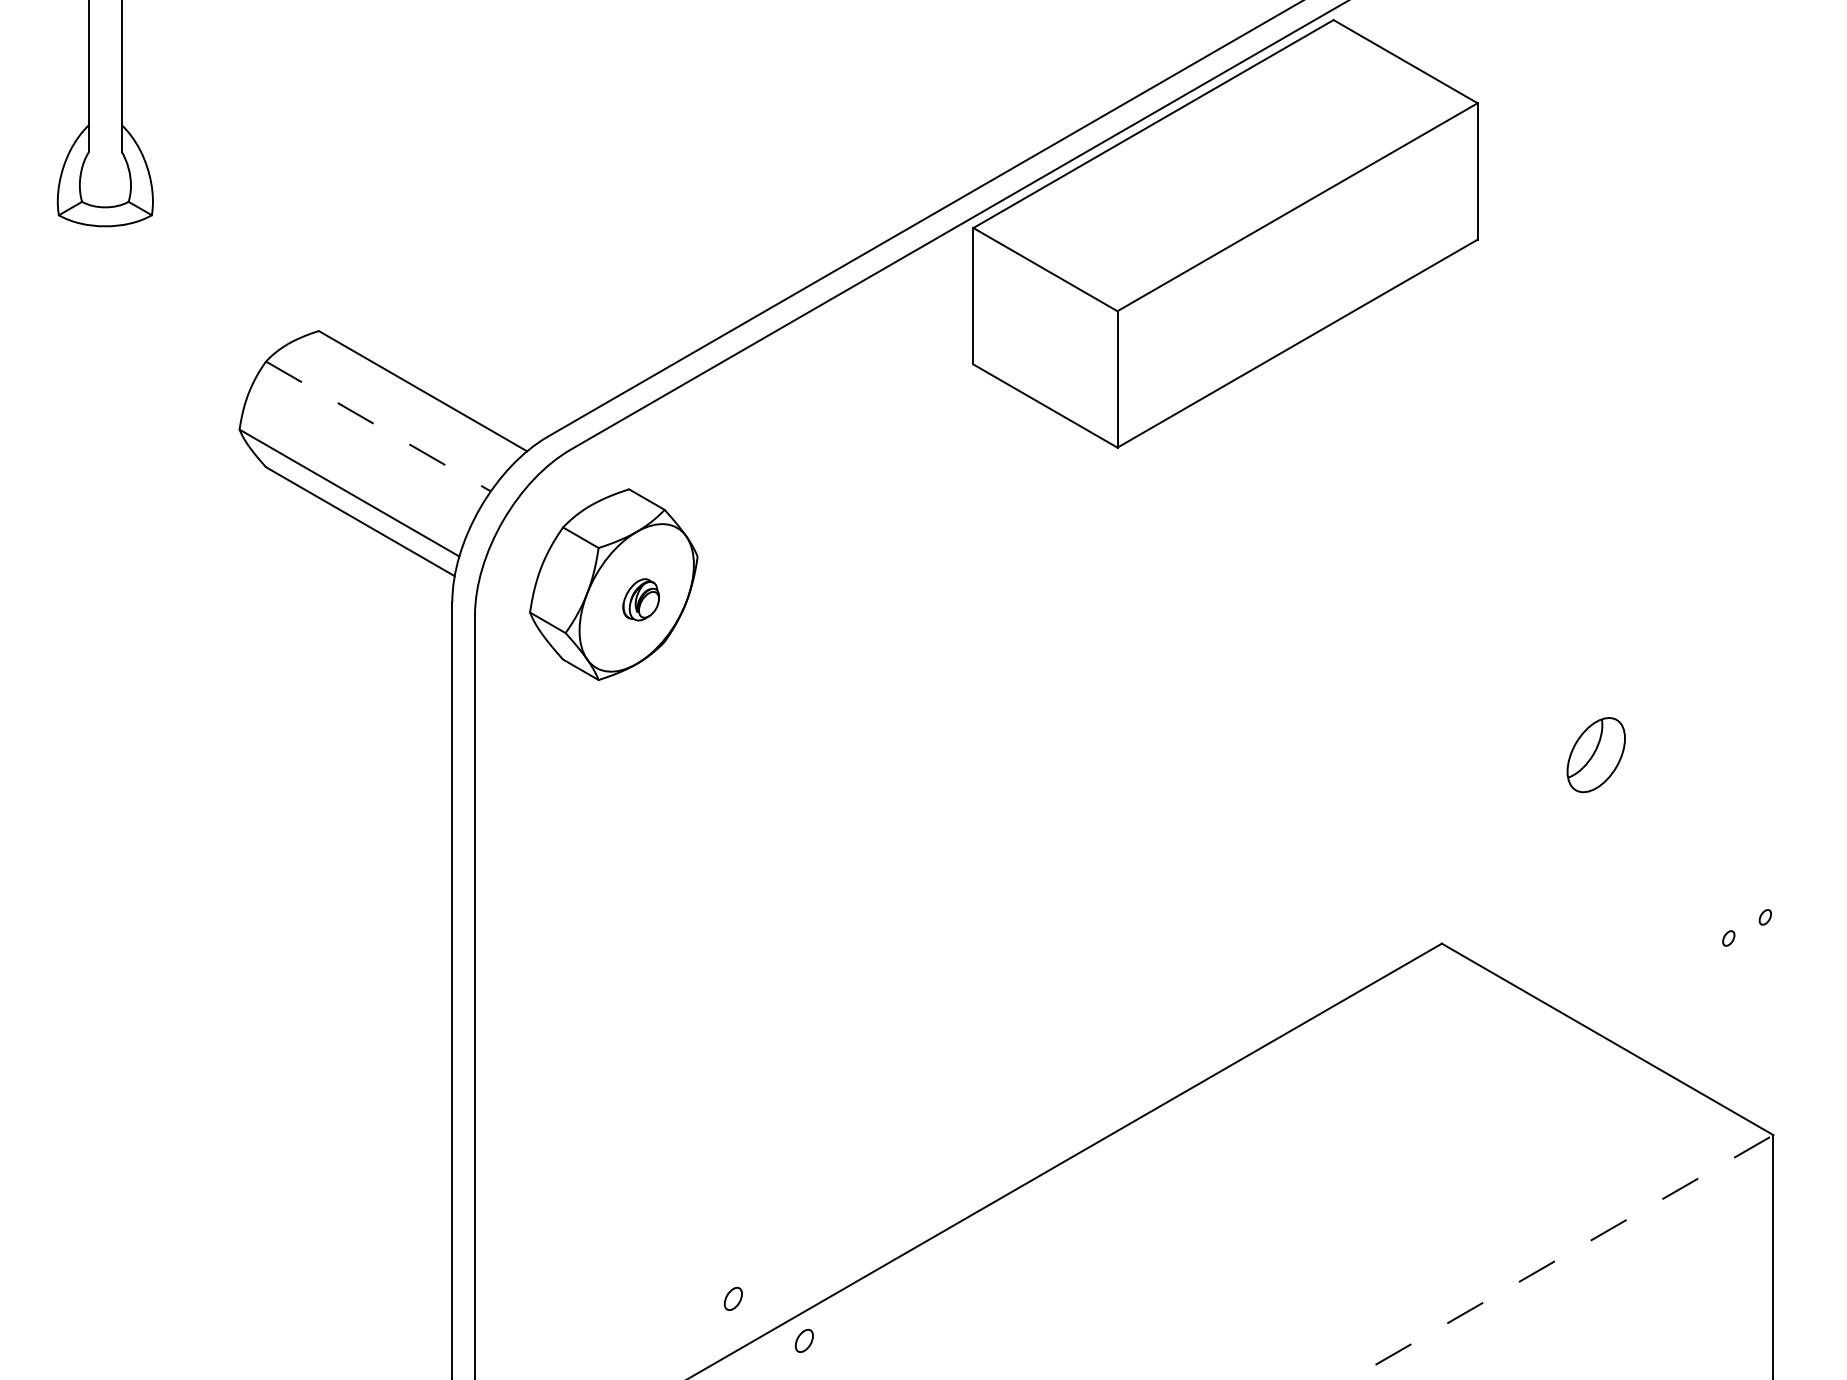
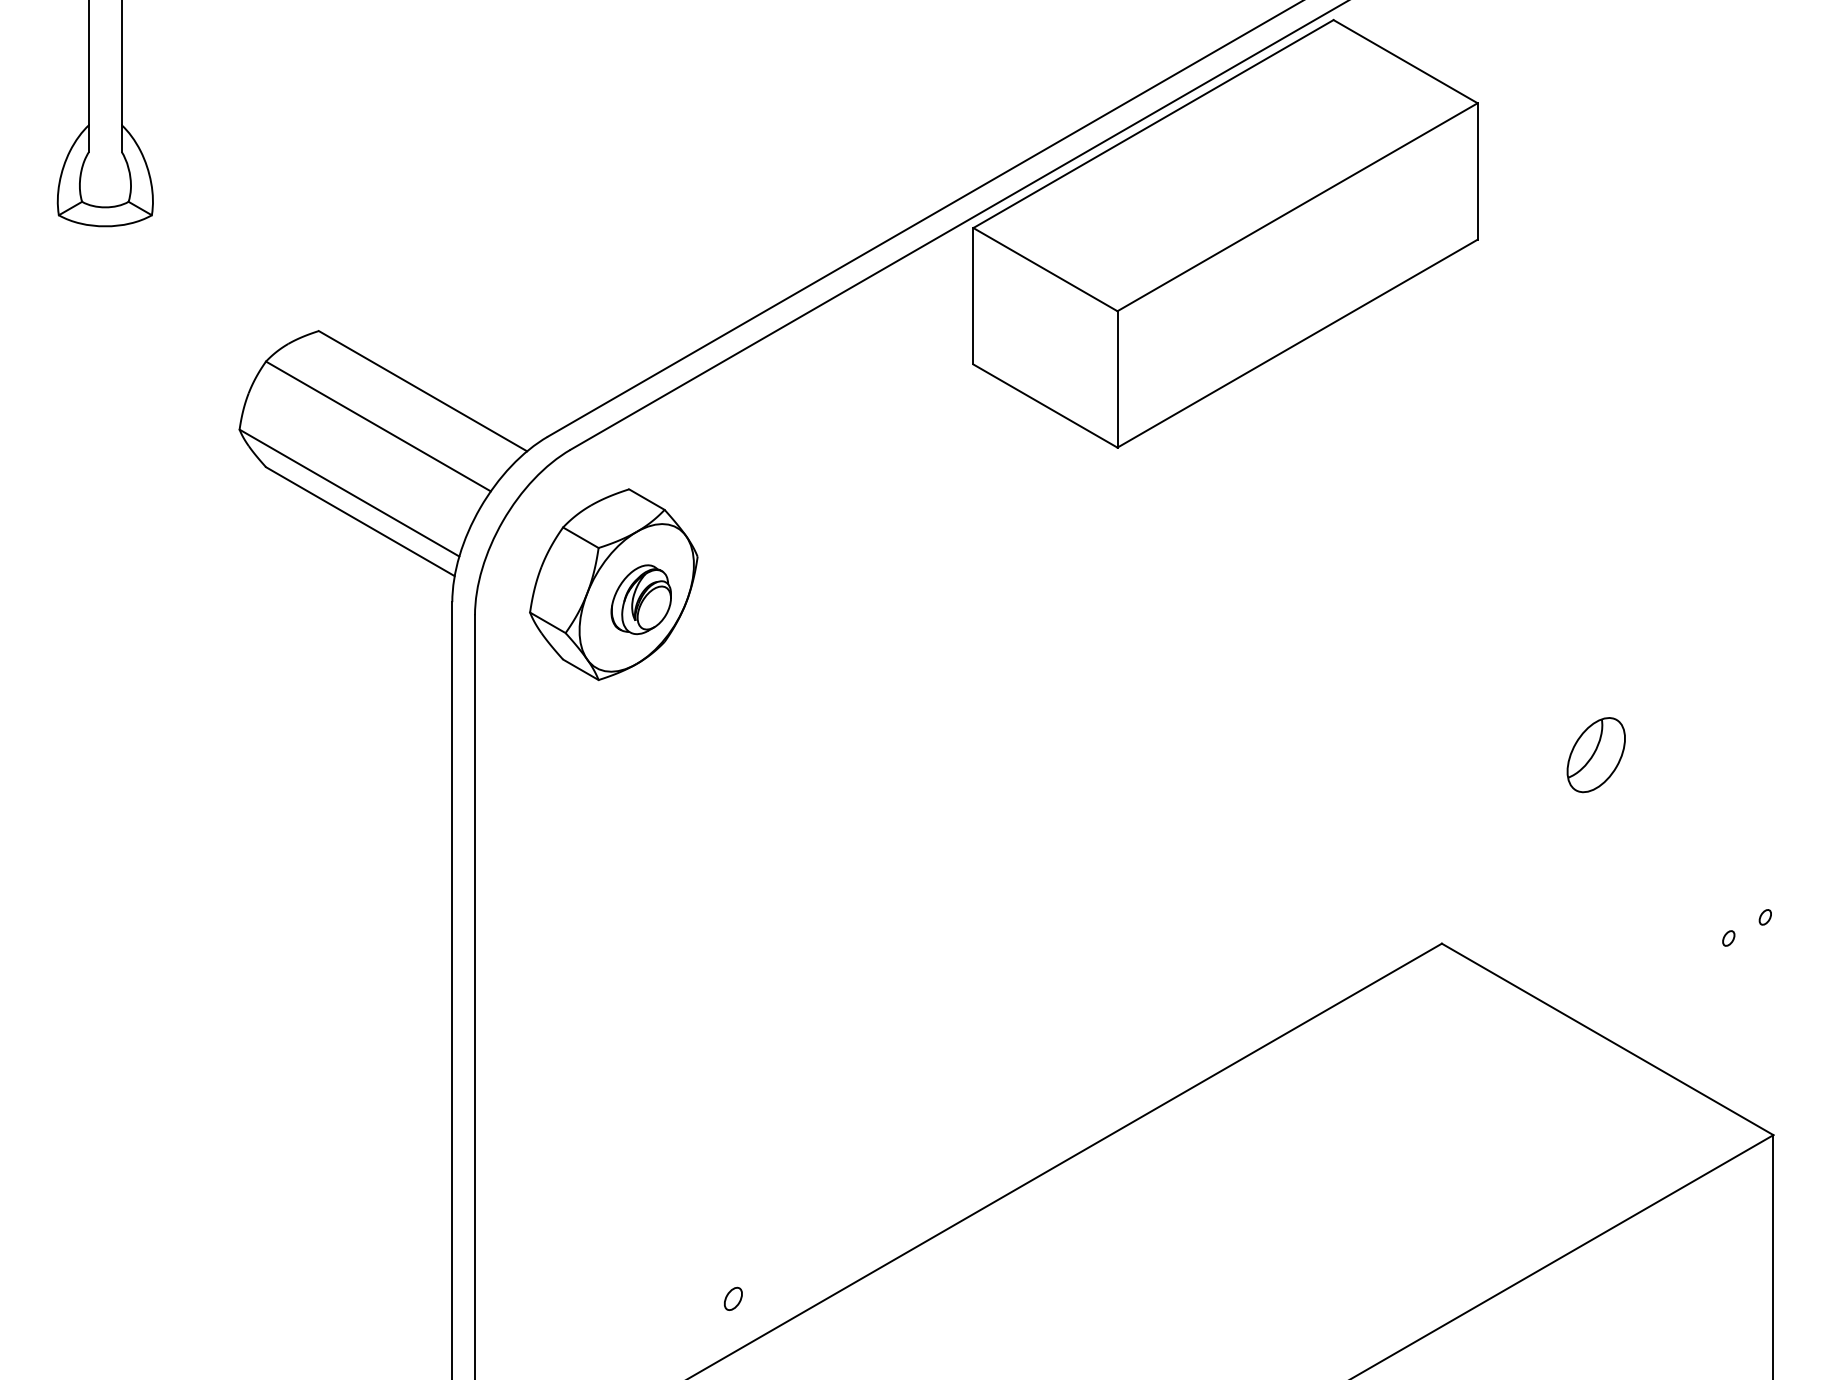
line at (378, 426): dashed -> solid
part at (640, 599) size: 38x44 px -> 62x72 px
line at (1561, 1257): dashed -> solid
part at (804, 1340): present -> none
